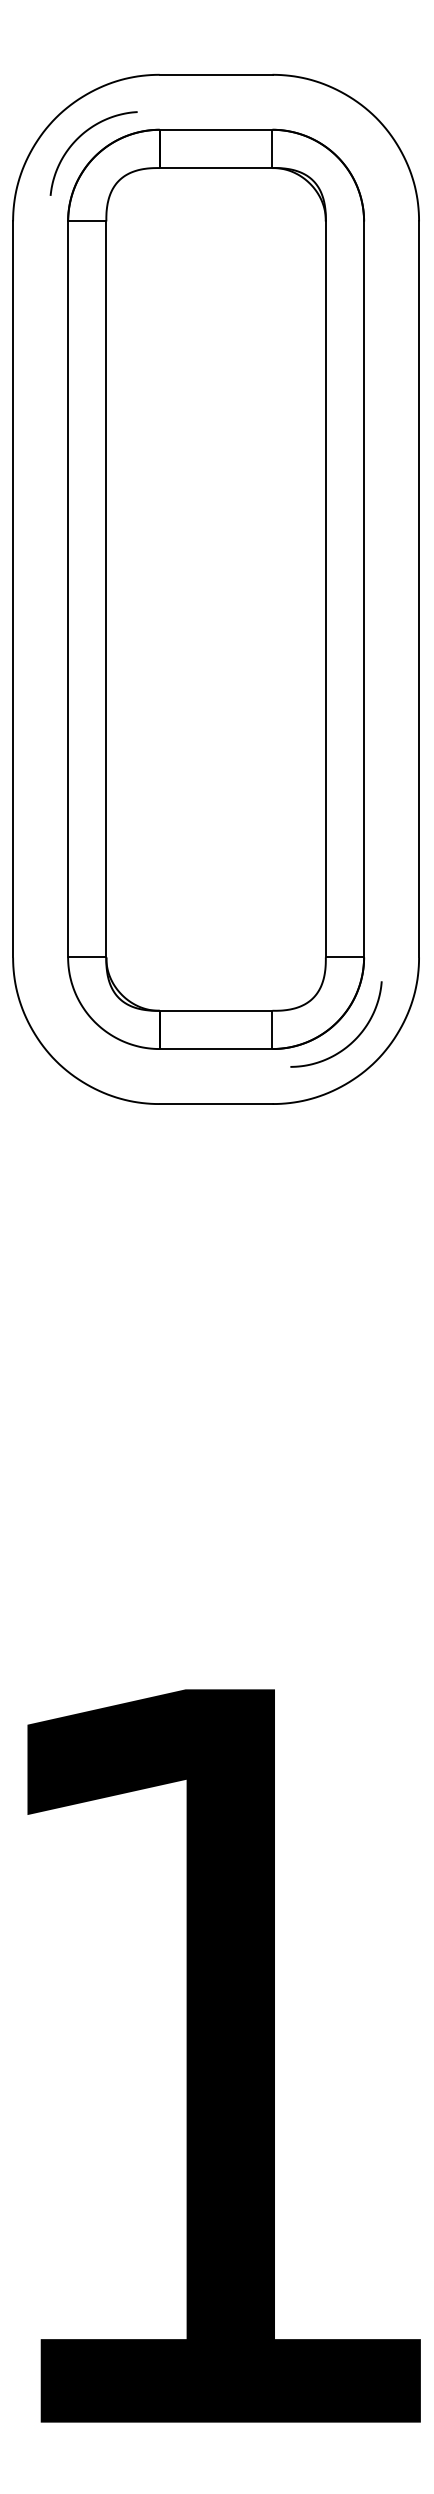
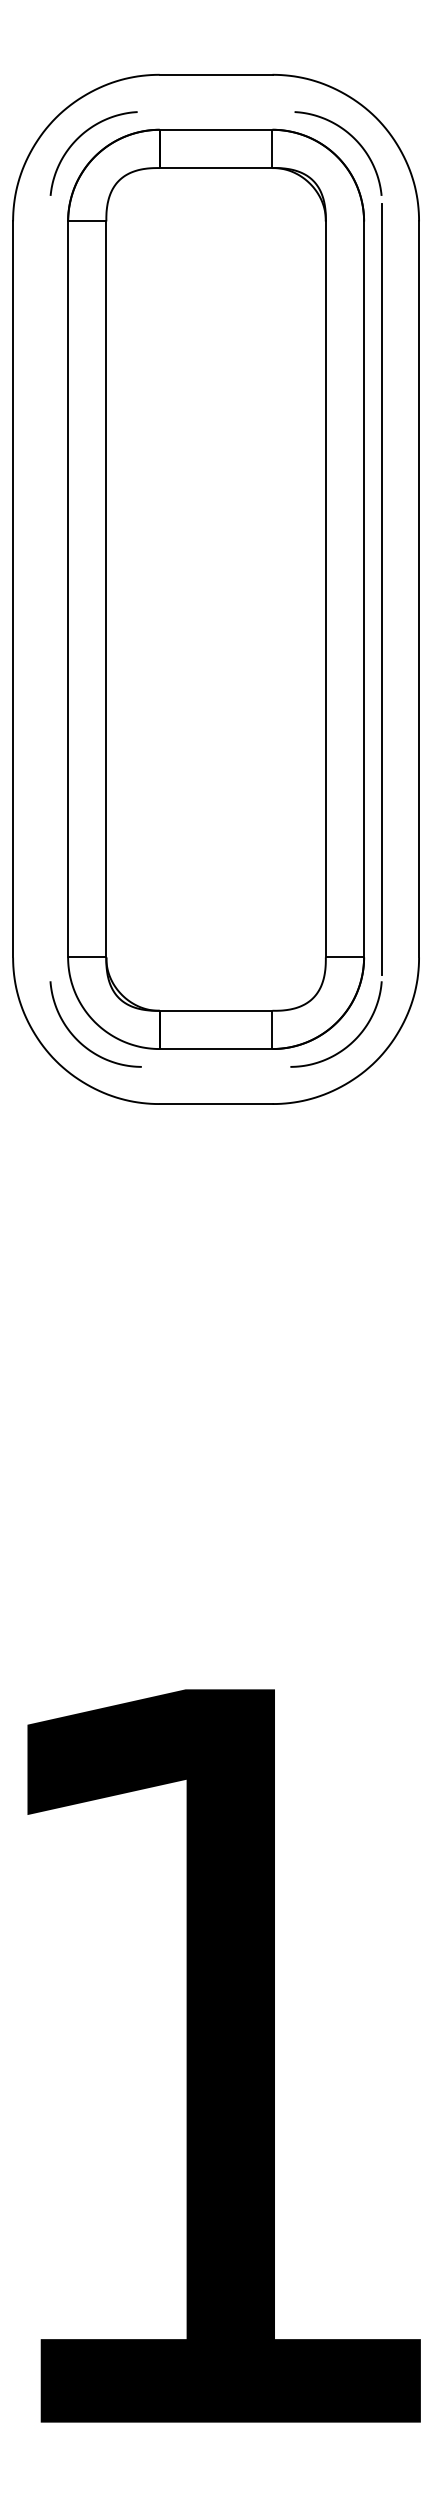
curve at (351, 137): none -> present
line at (381, 589): none -> present
curve at (79, 1040): none -> present
